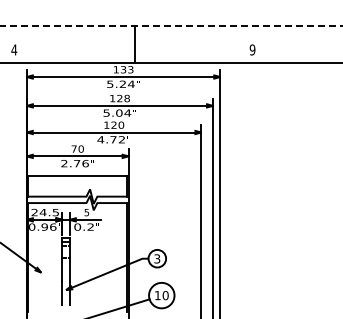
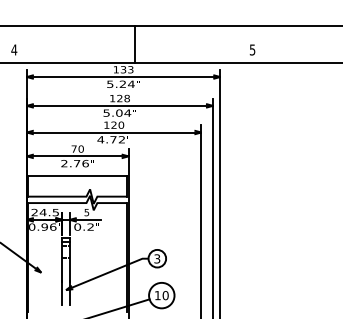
line at (171, 26): dashed -> solid
text at (252, 49): 9 -> 5
